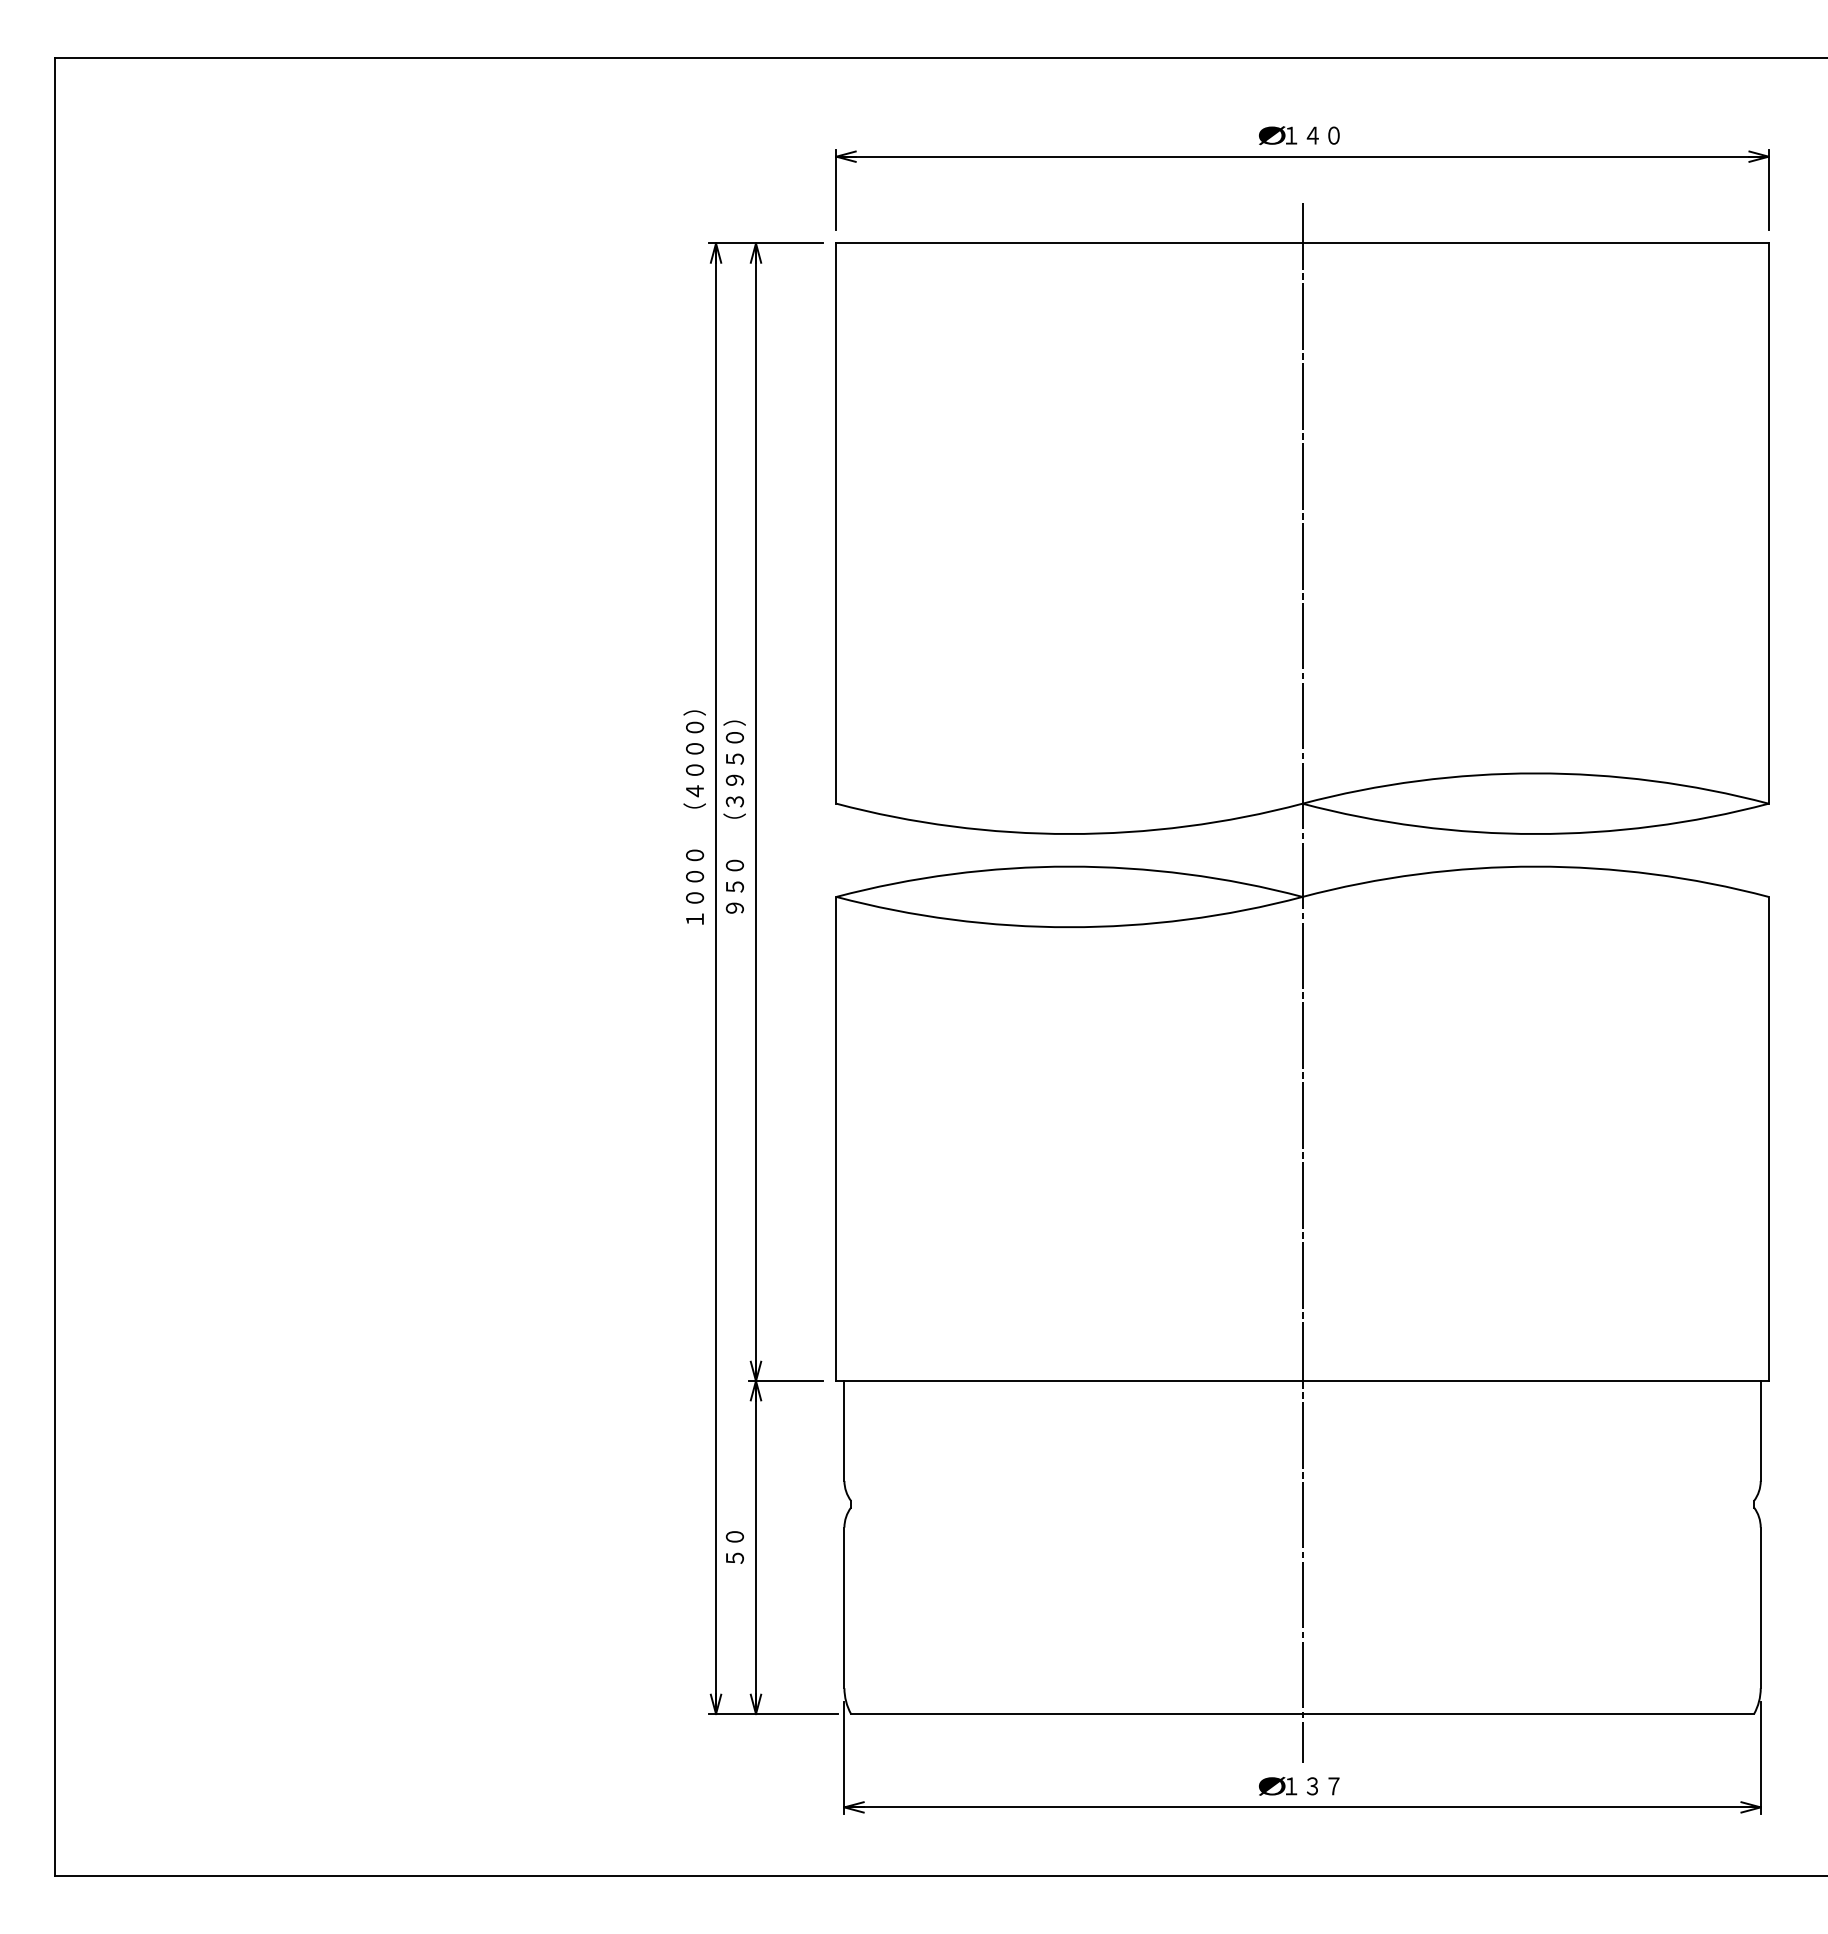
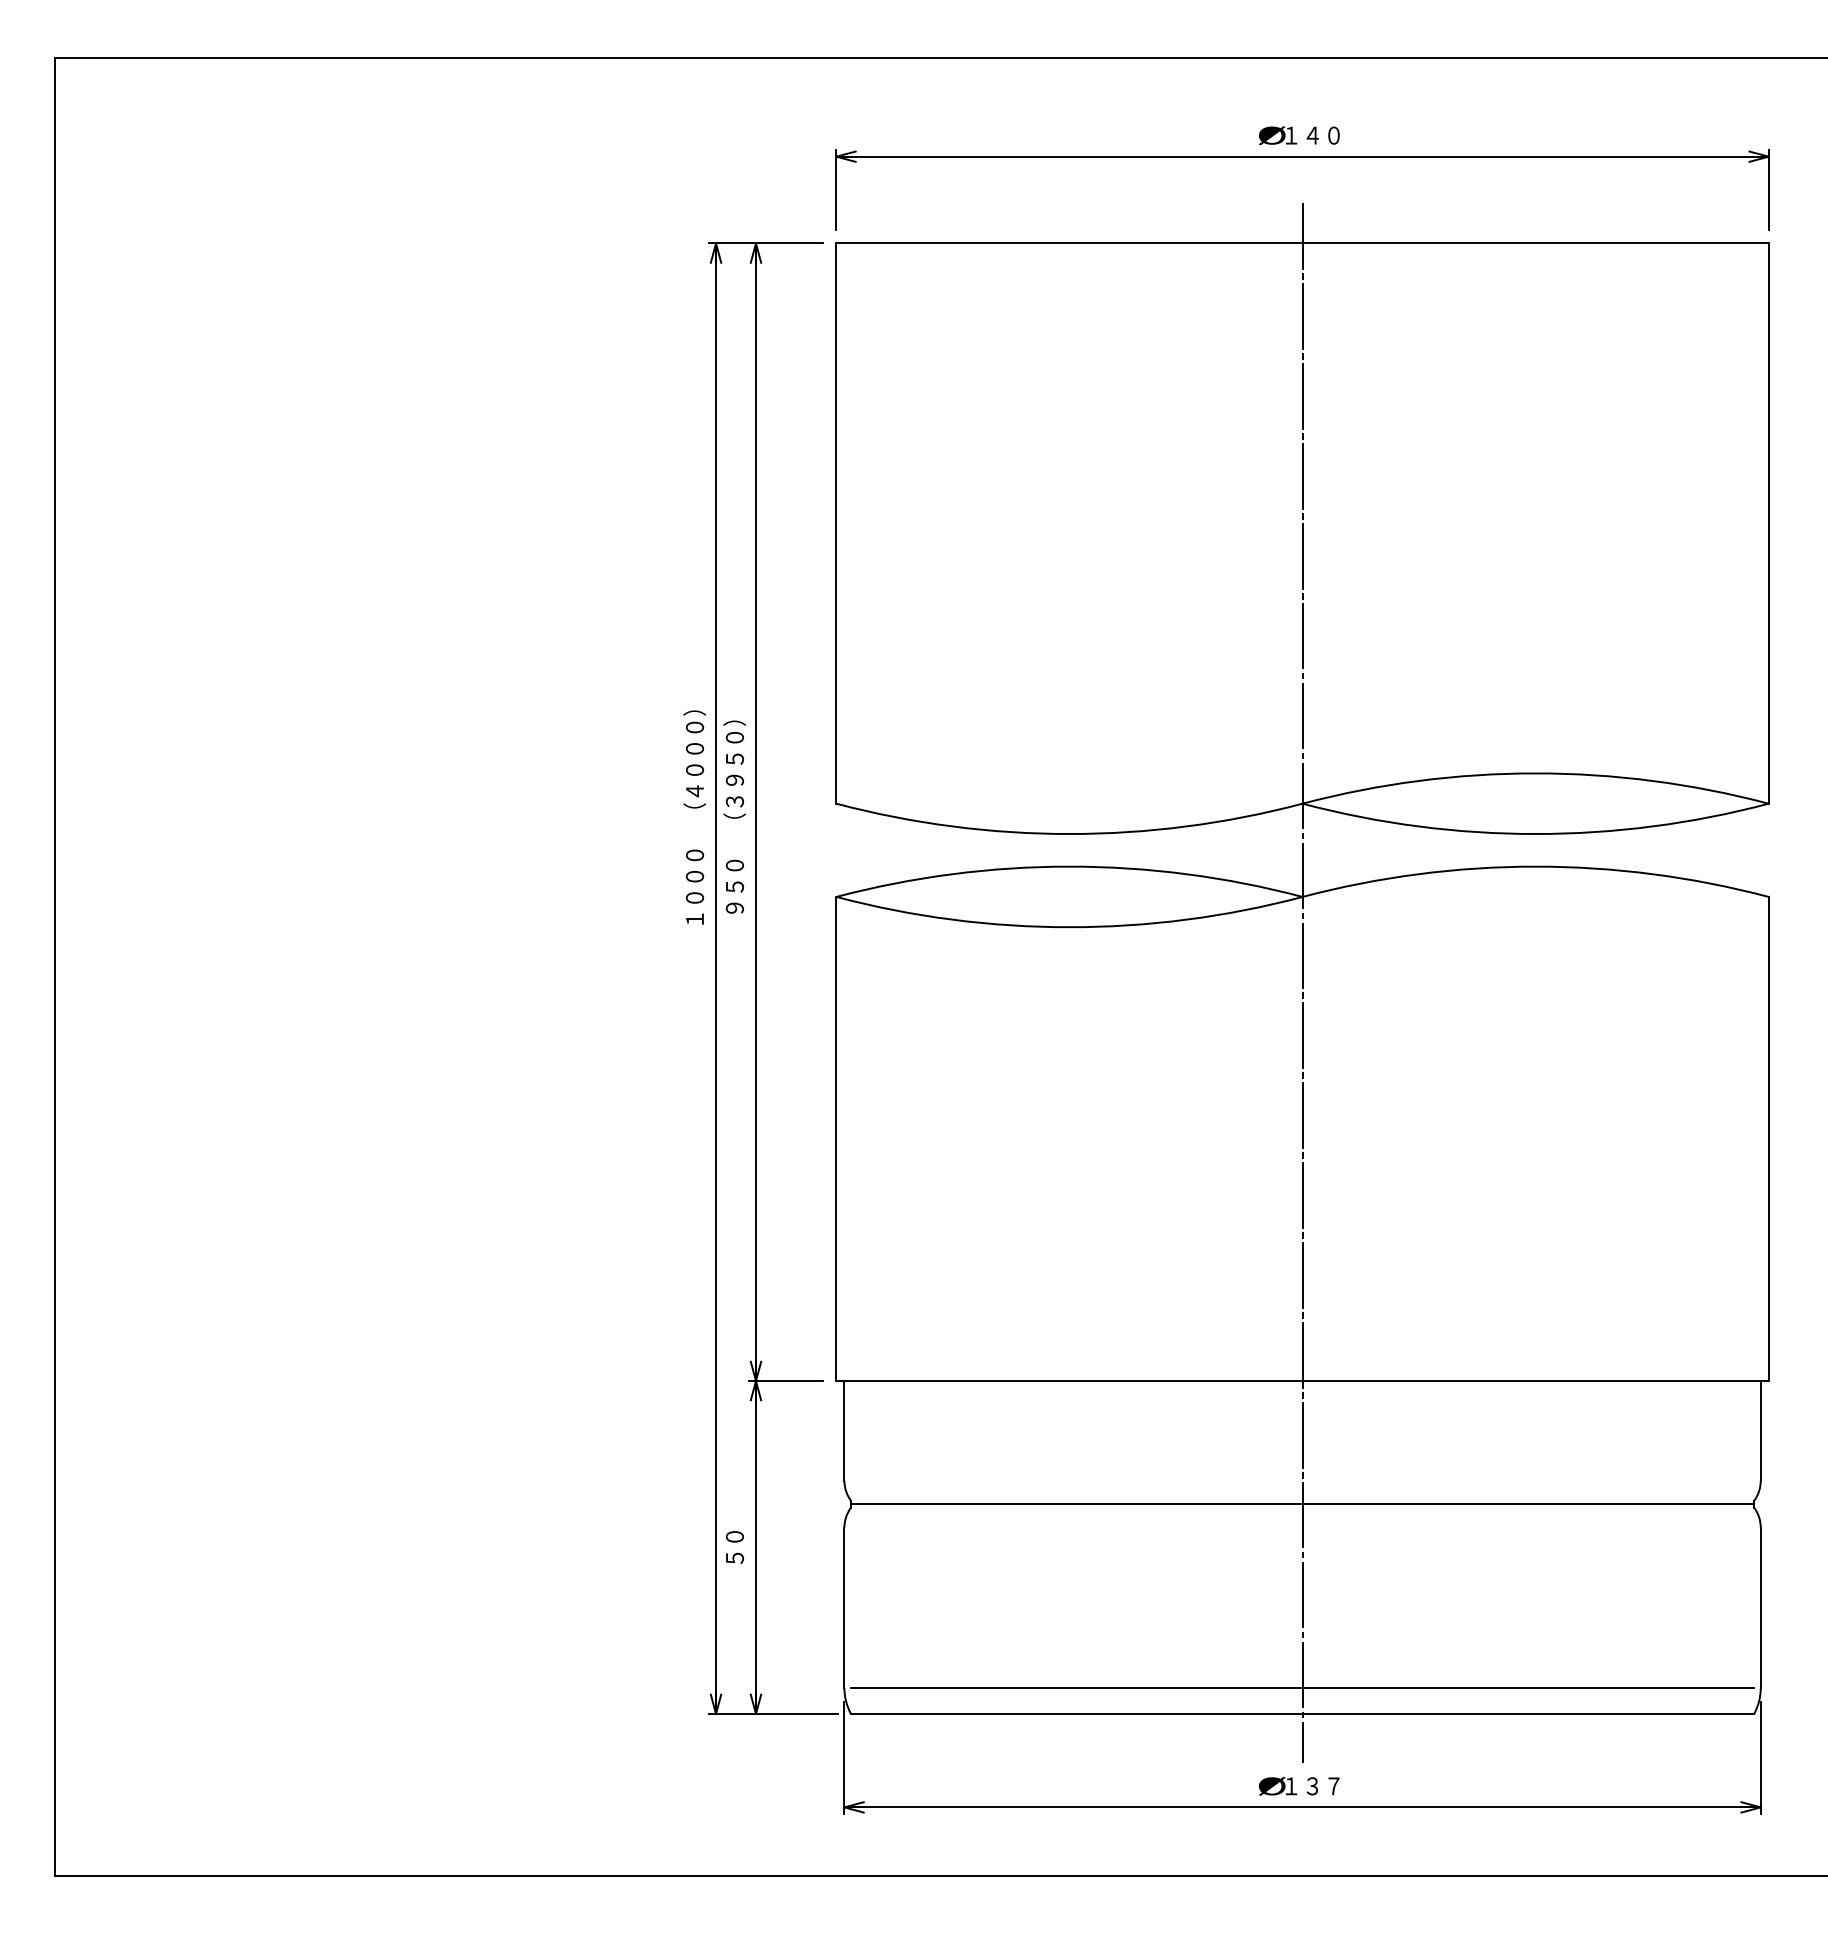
line at (1302, 1504): none -> present
line at (1302, 1688): none -> present
